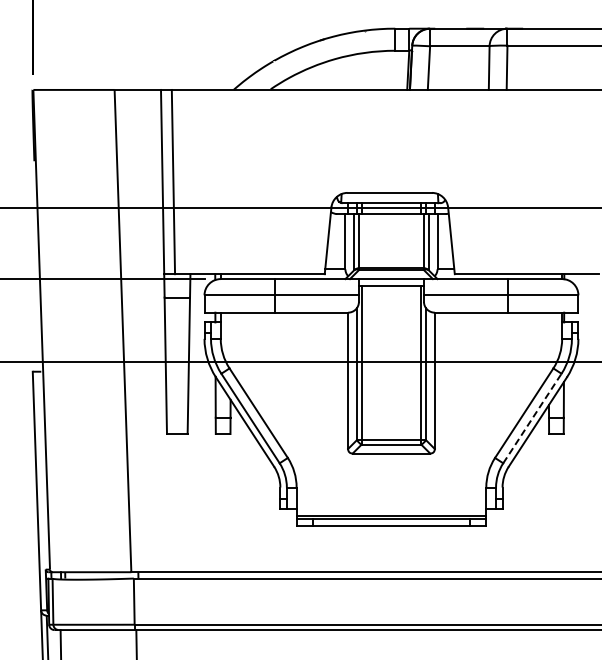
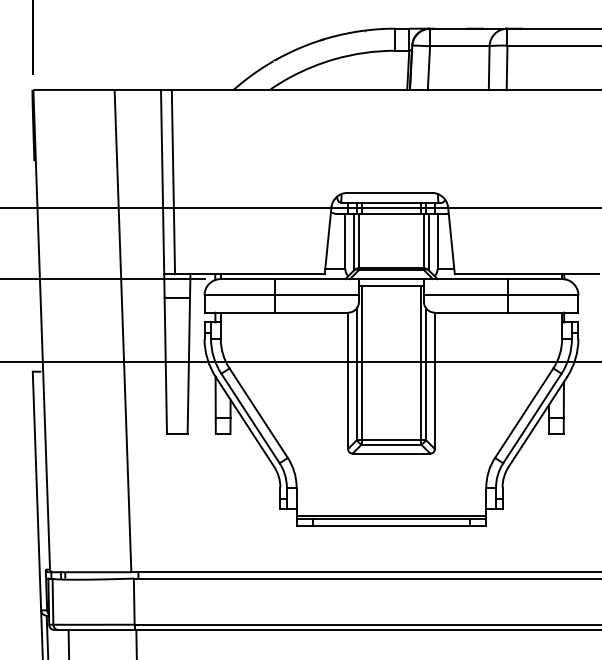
line at (532, 418): dashed -> solid
line at (60, 643) position: (60, 643) -> (68, 643)
